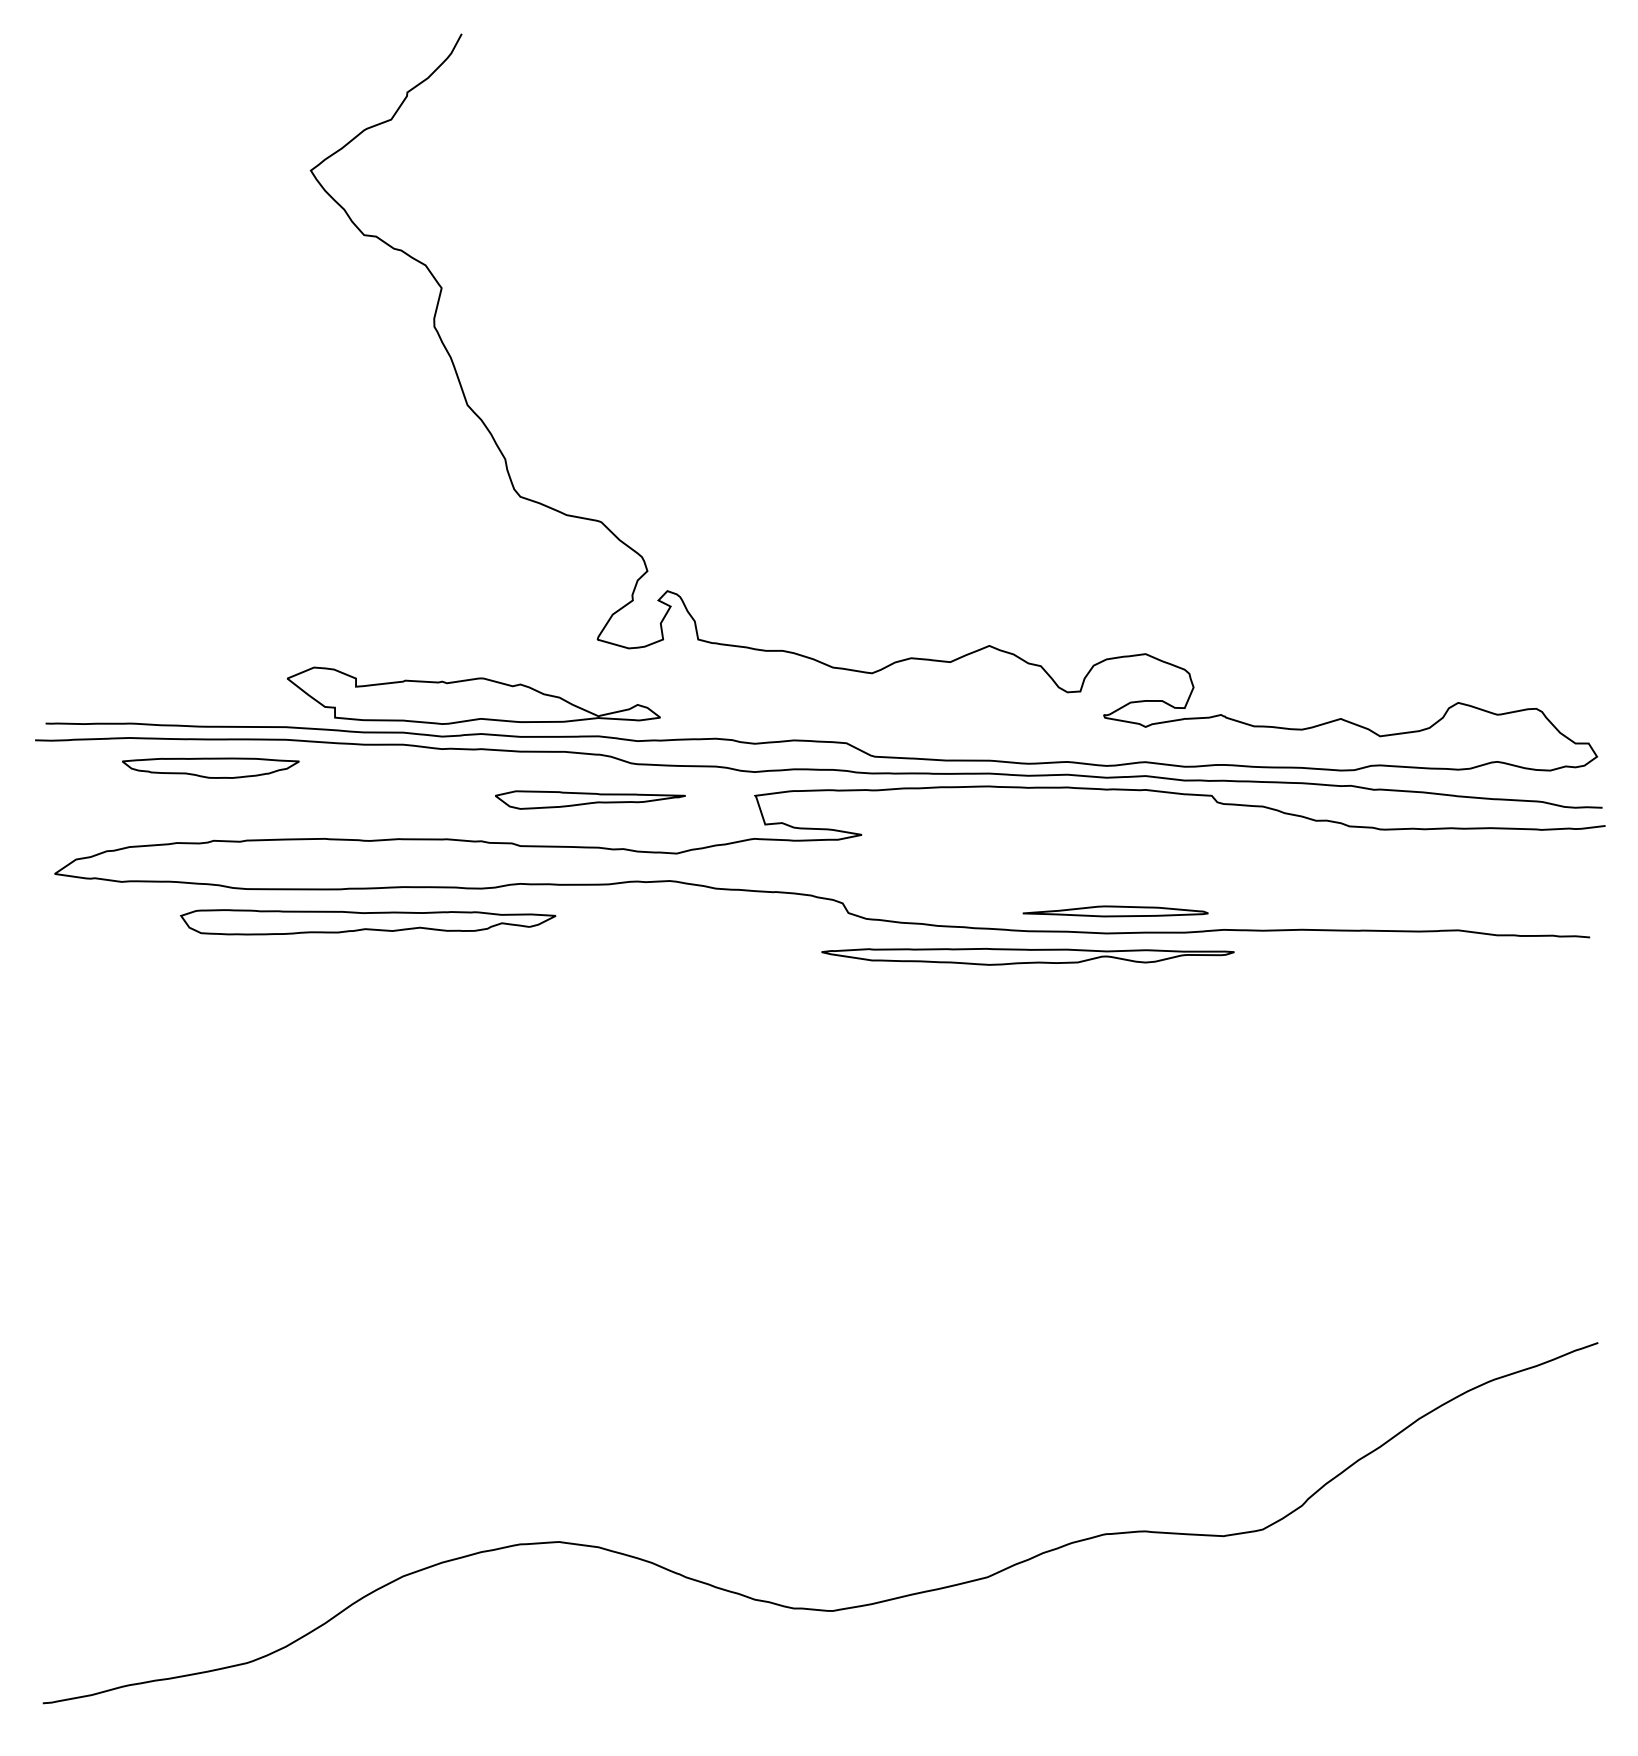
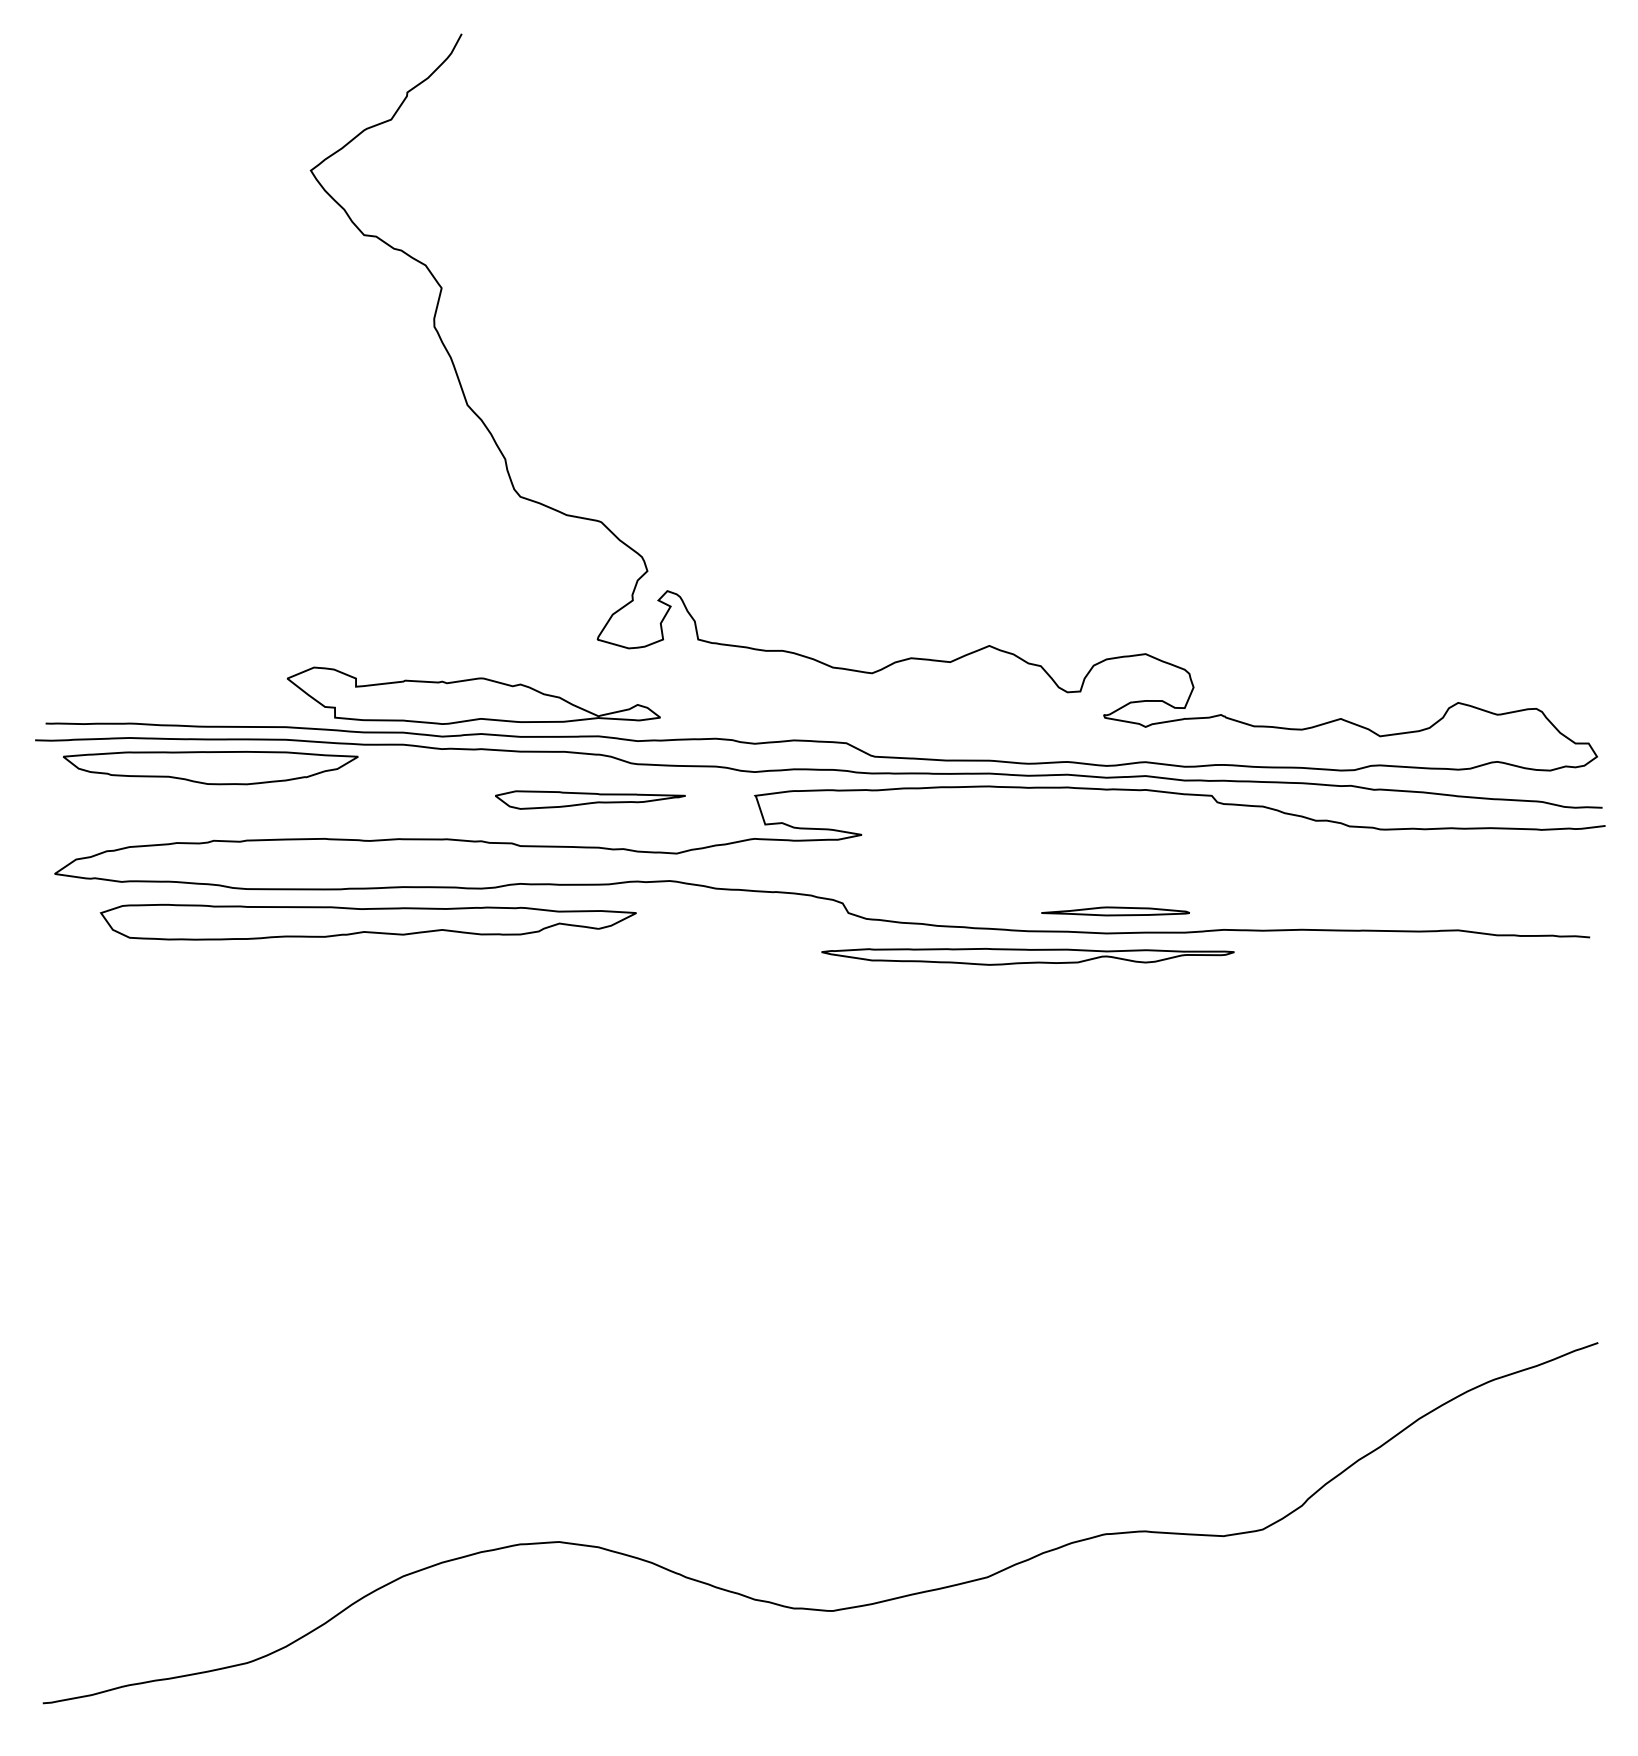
part at (210, 767) size: 178x22 px -> 296x35 px
part at (1115, 911) size: 187x13 px -> 149x11 px
part at (368, 922) size: 377x27 px -> 538x37 px
